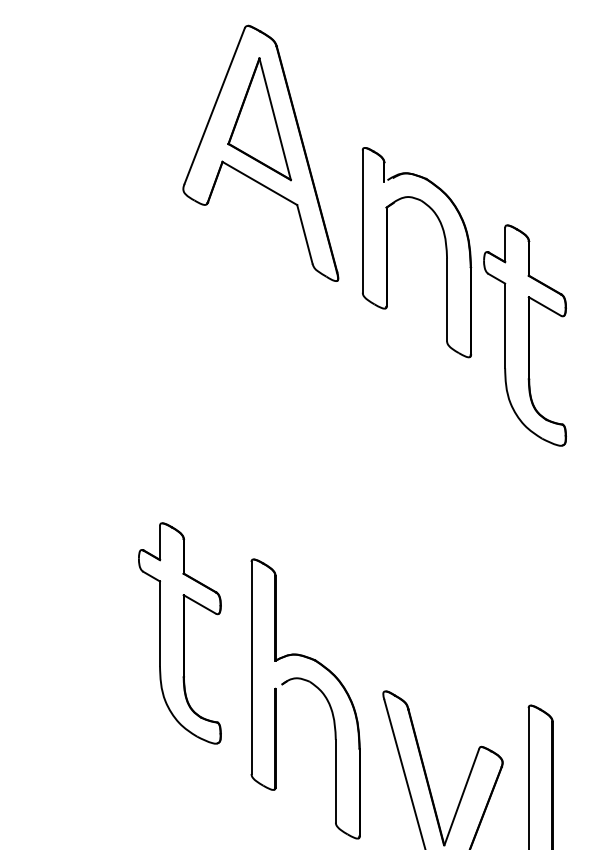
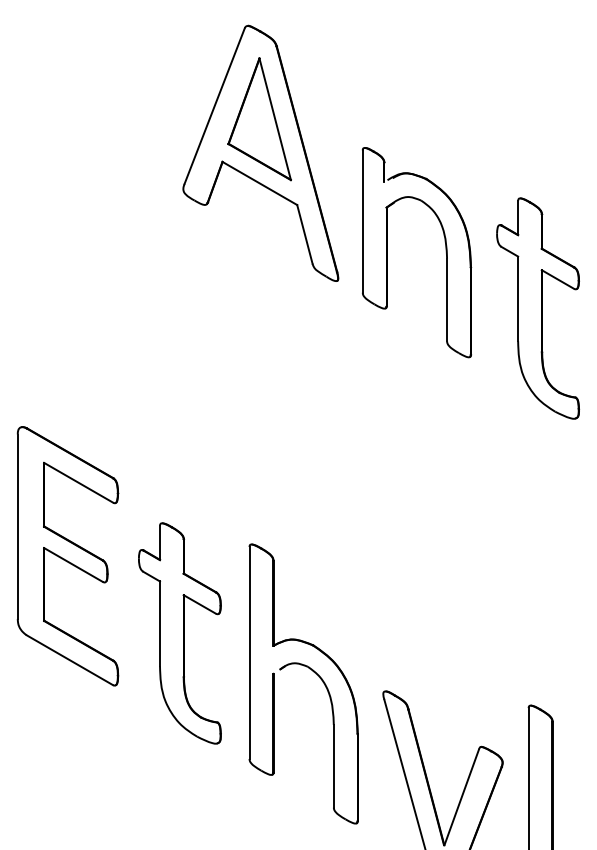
part at (524, 335) position: (524, 335) -> (537, 308)
part at (67, 556): none -> present
part at (315, 687) position: (315, 687) -> (313, 672)
